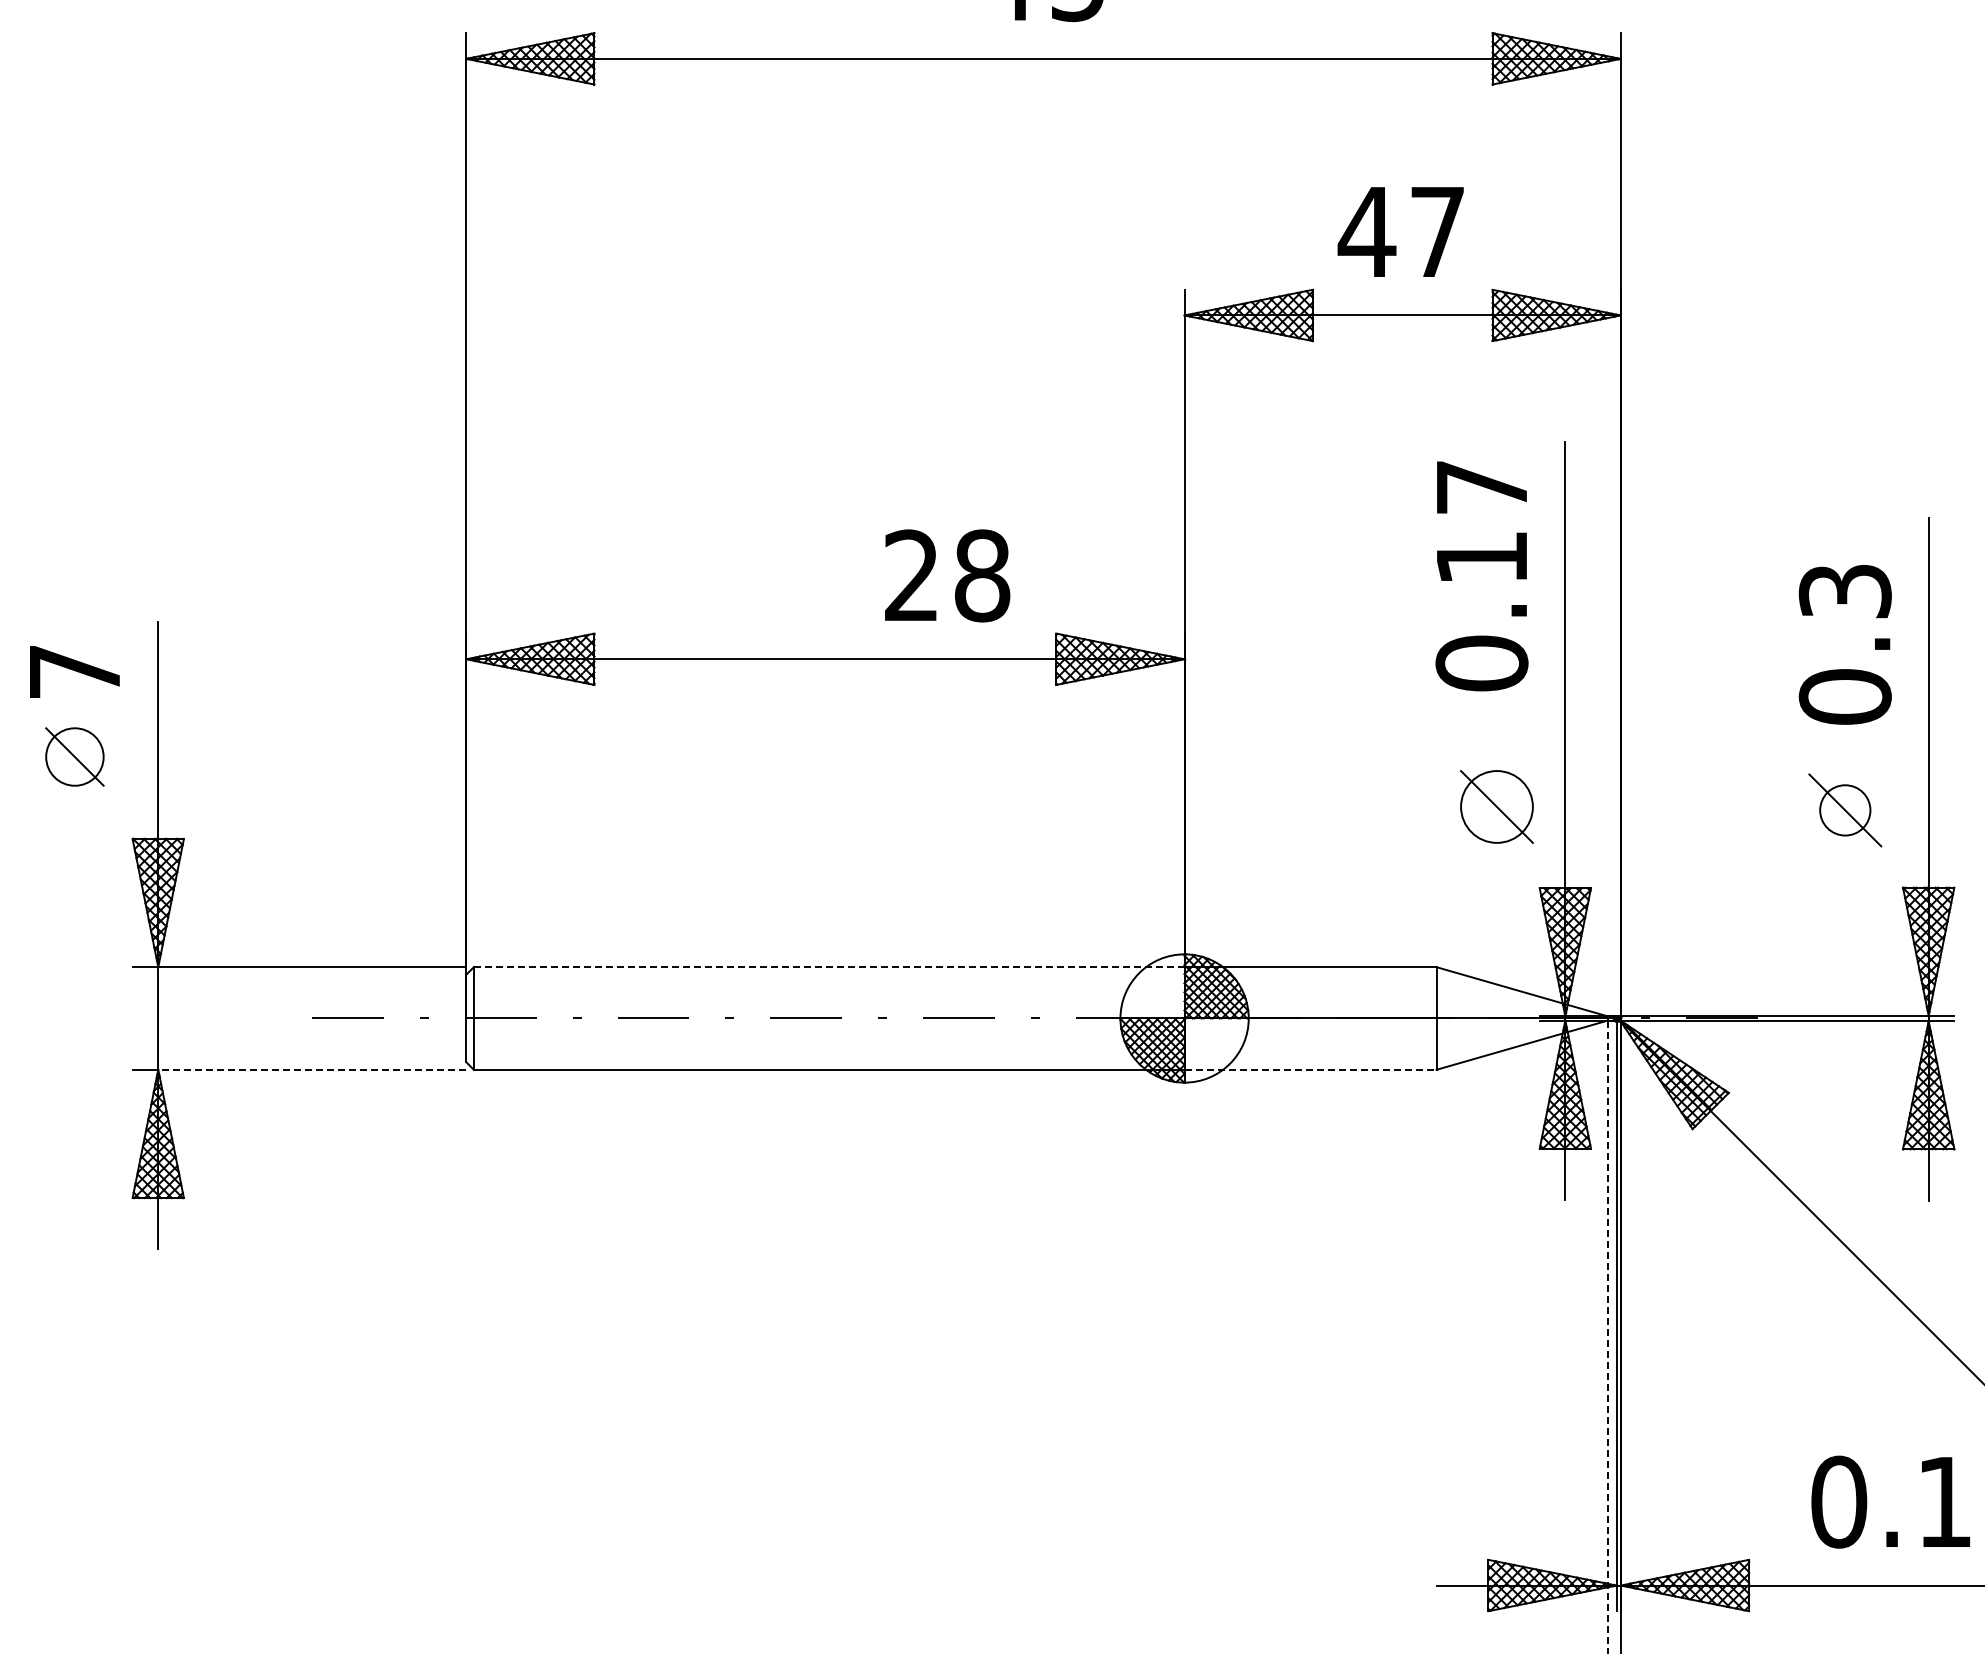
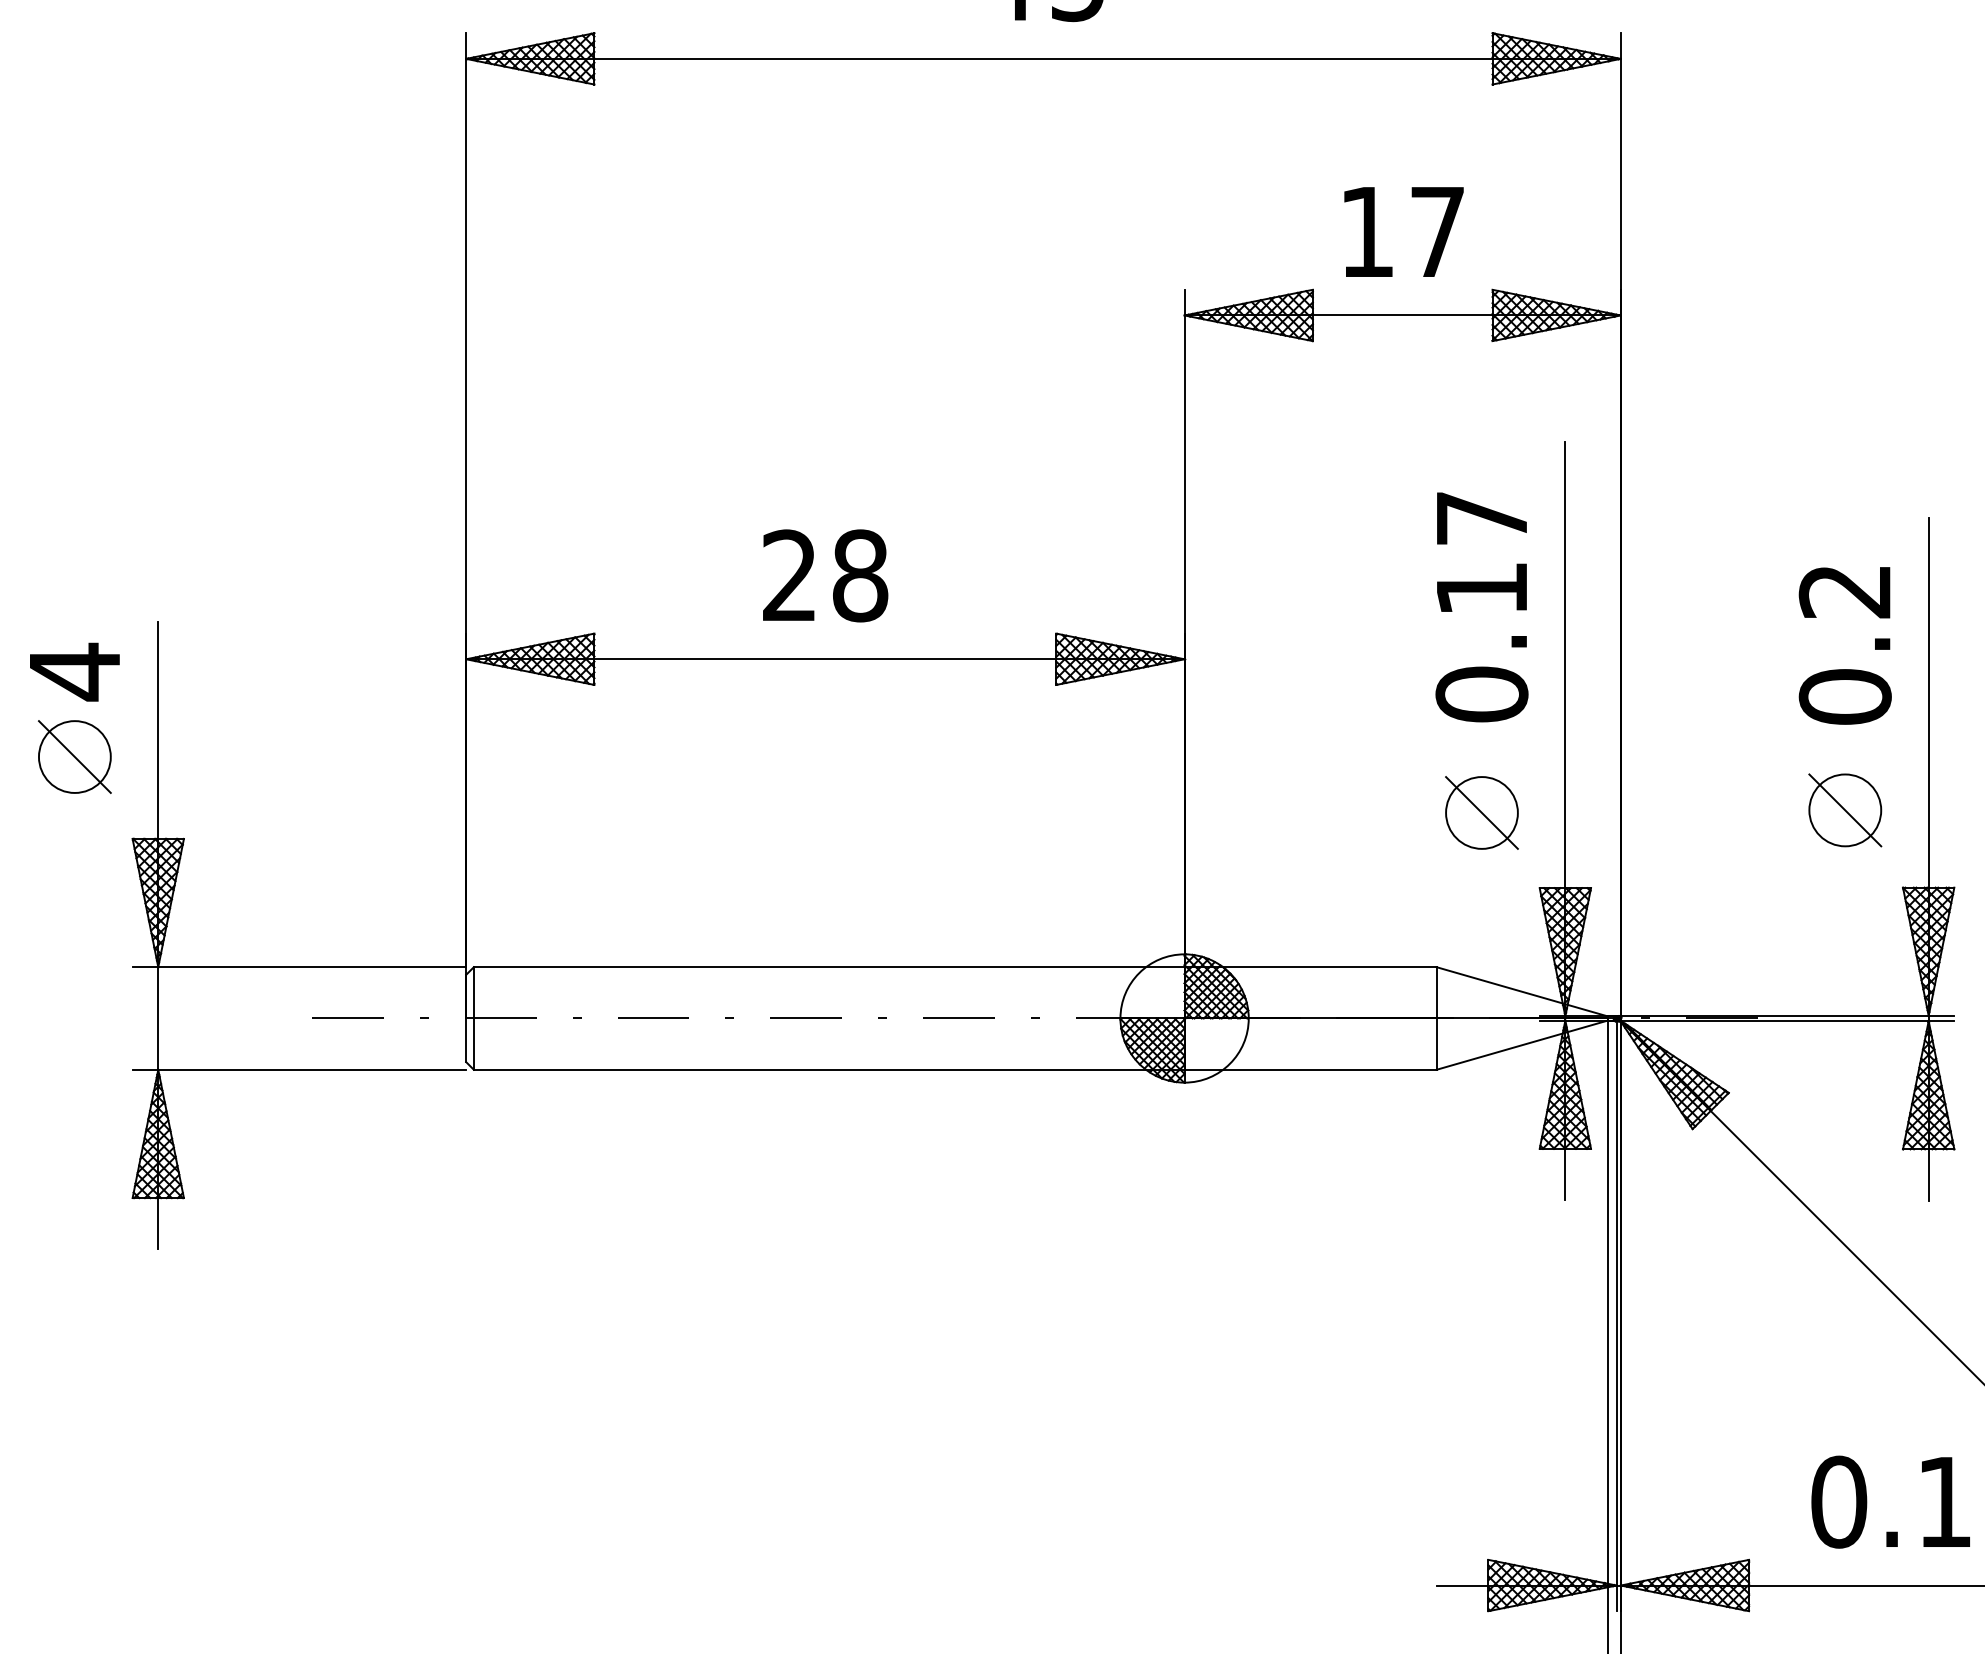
text at (1366, 231): 47 -> 17
text at (947, 575) position: (947, 575) -> (825, 575)
text at (1481, 576) position: (1481, 576) -> (1481, 607)
text at (1844, 591): 0.3 -> 0.2
text at (74, 671): 7 -> 4
part at (74, 756) size: 60x60 px -> 74x74 px
part at (1496, 806) position: (1496, 806) -> (1481, 812)
circle at (1845, 810) diameter: 50 px -> 72 px
line at (828, 967): dashed -> solid
line at (312, 1069): dashed -> solid
line at (1310, 1069): dashed -> solid
line at (1607, 1337): dashed -> solid
